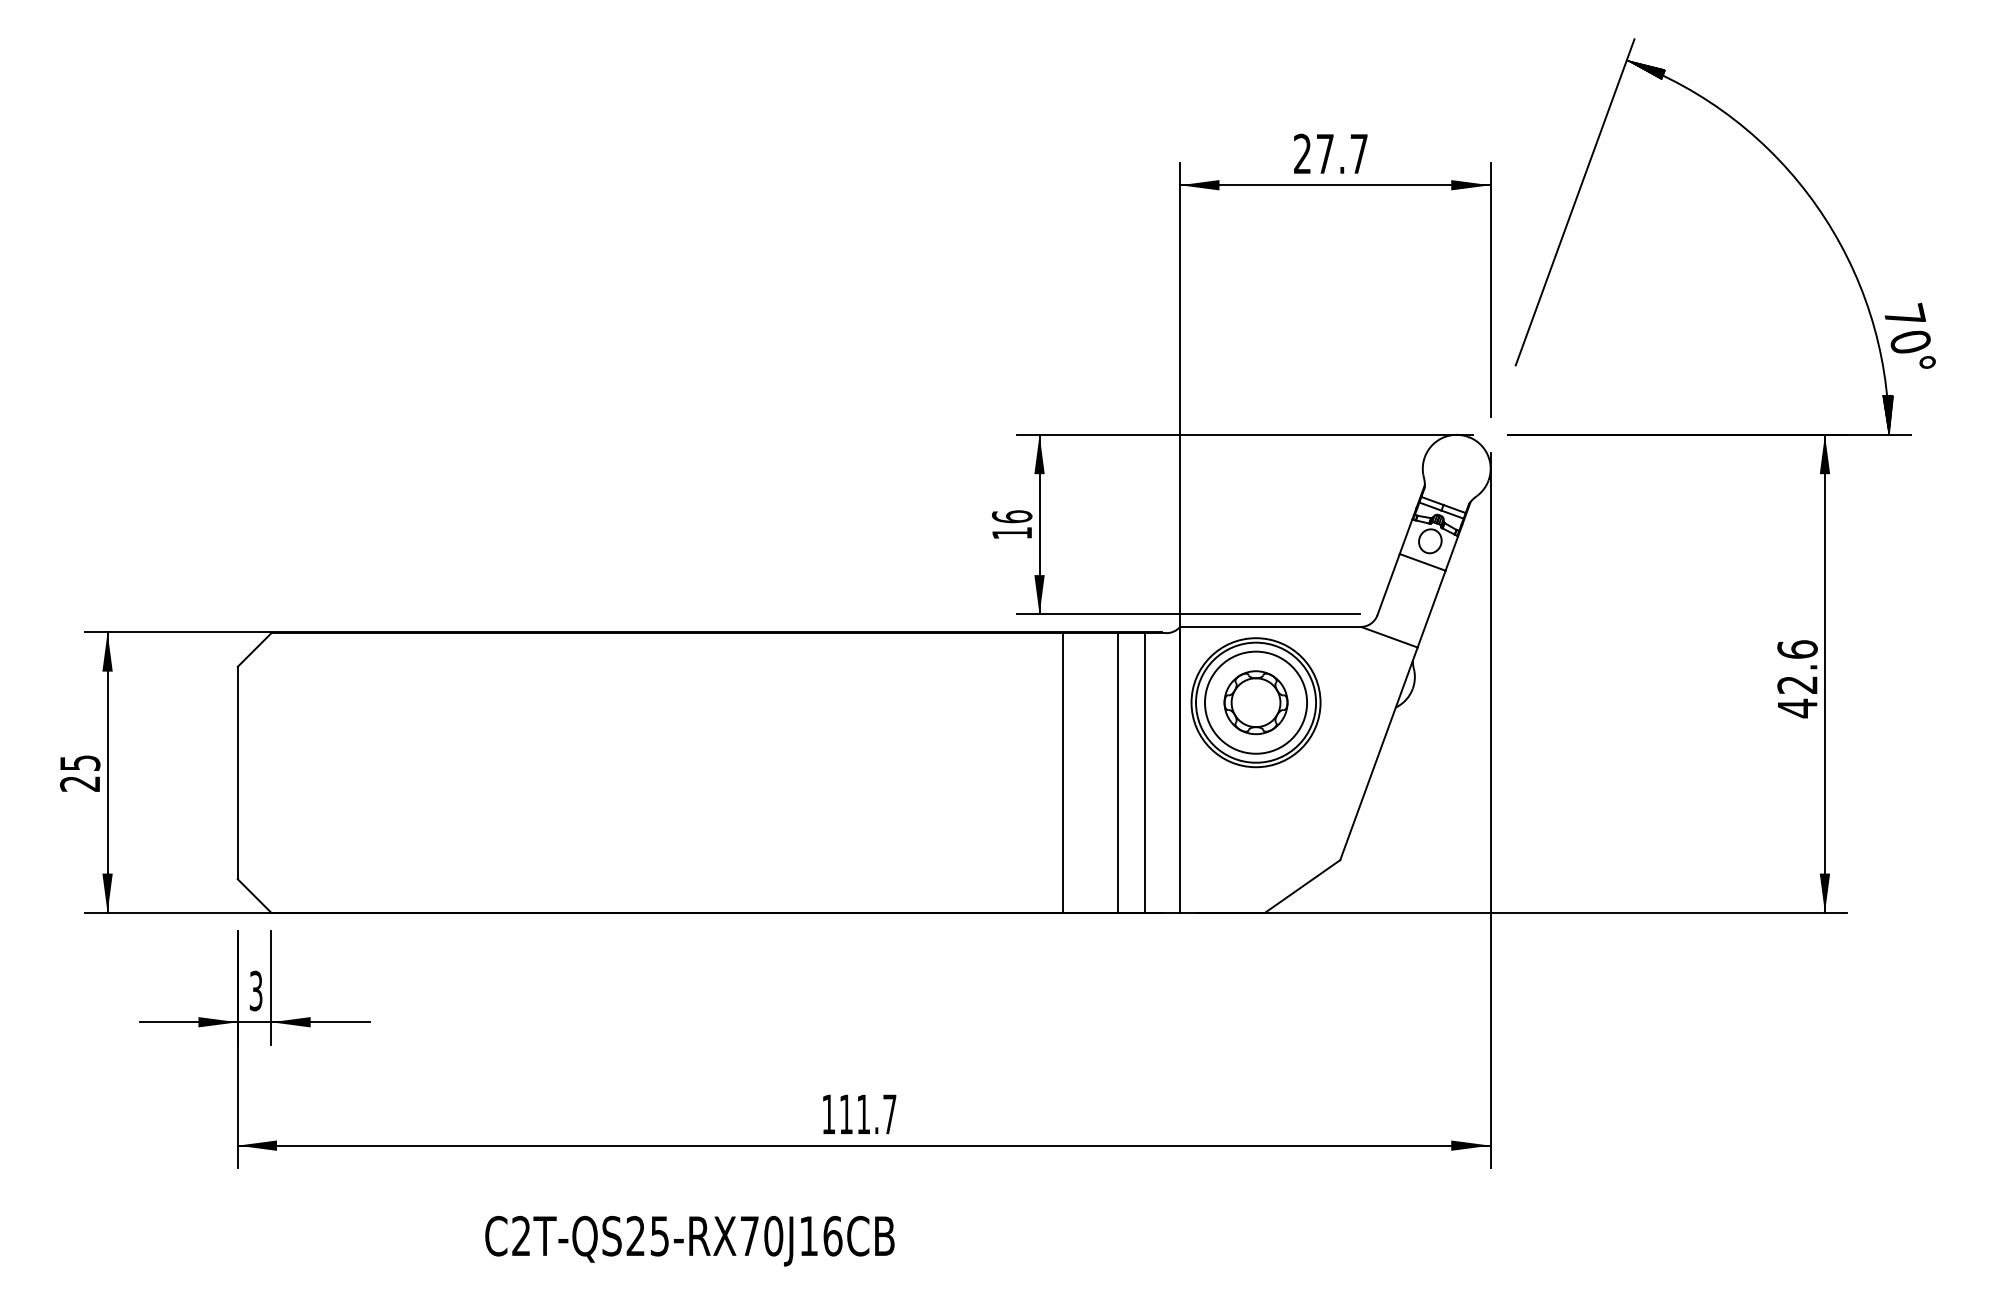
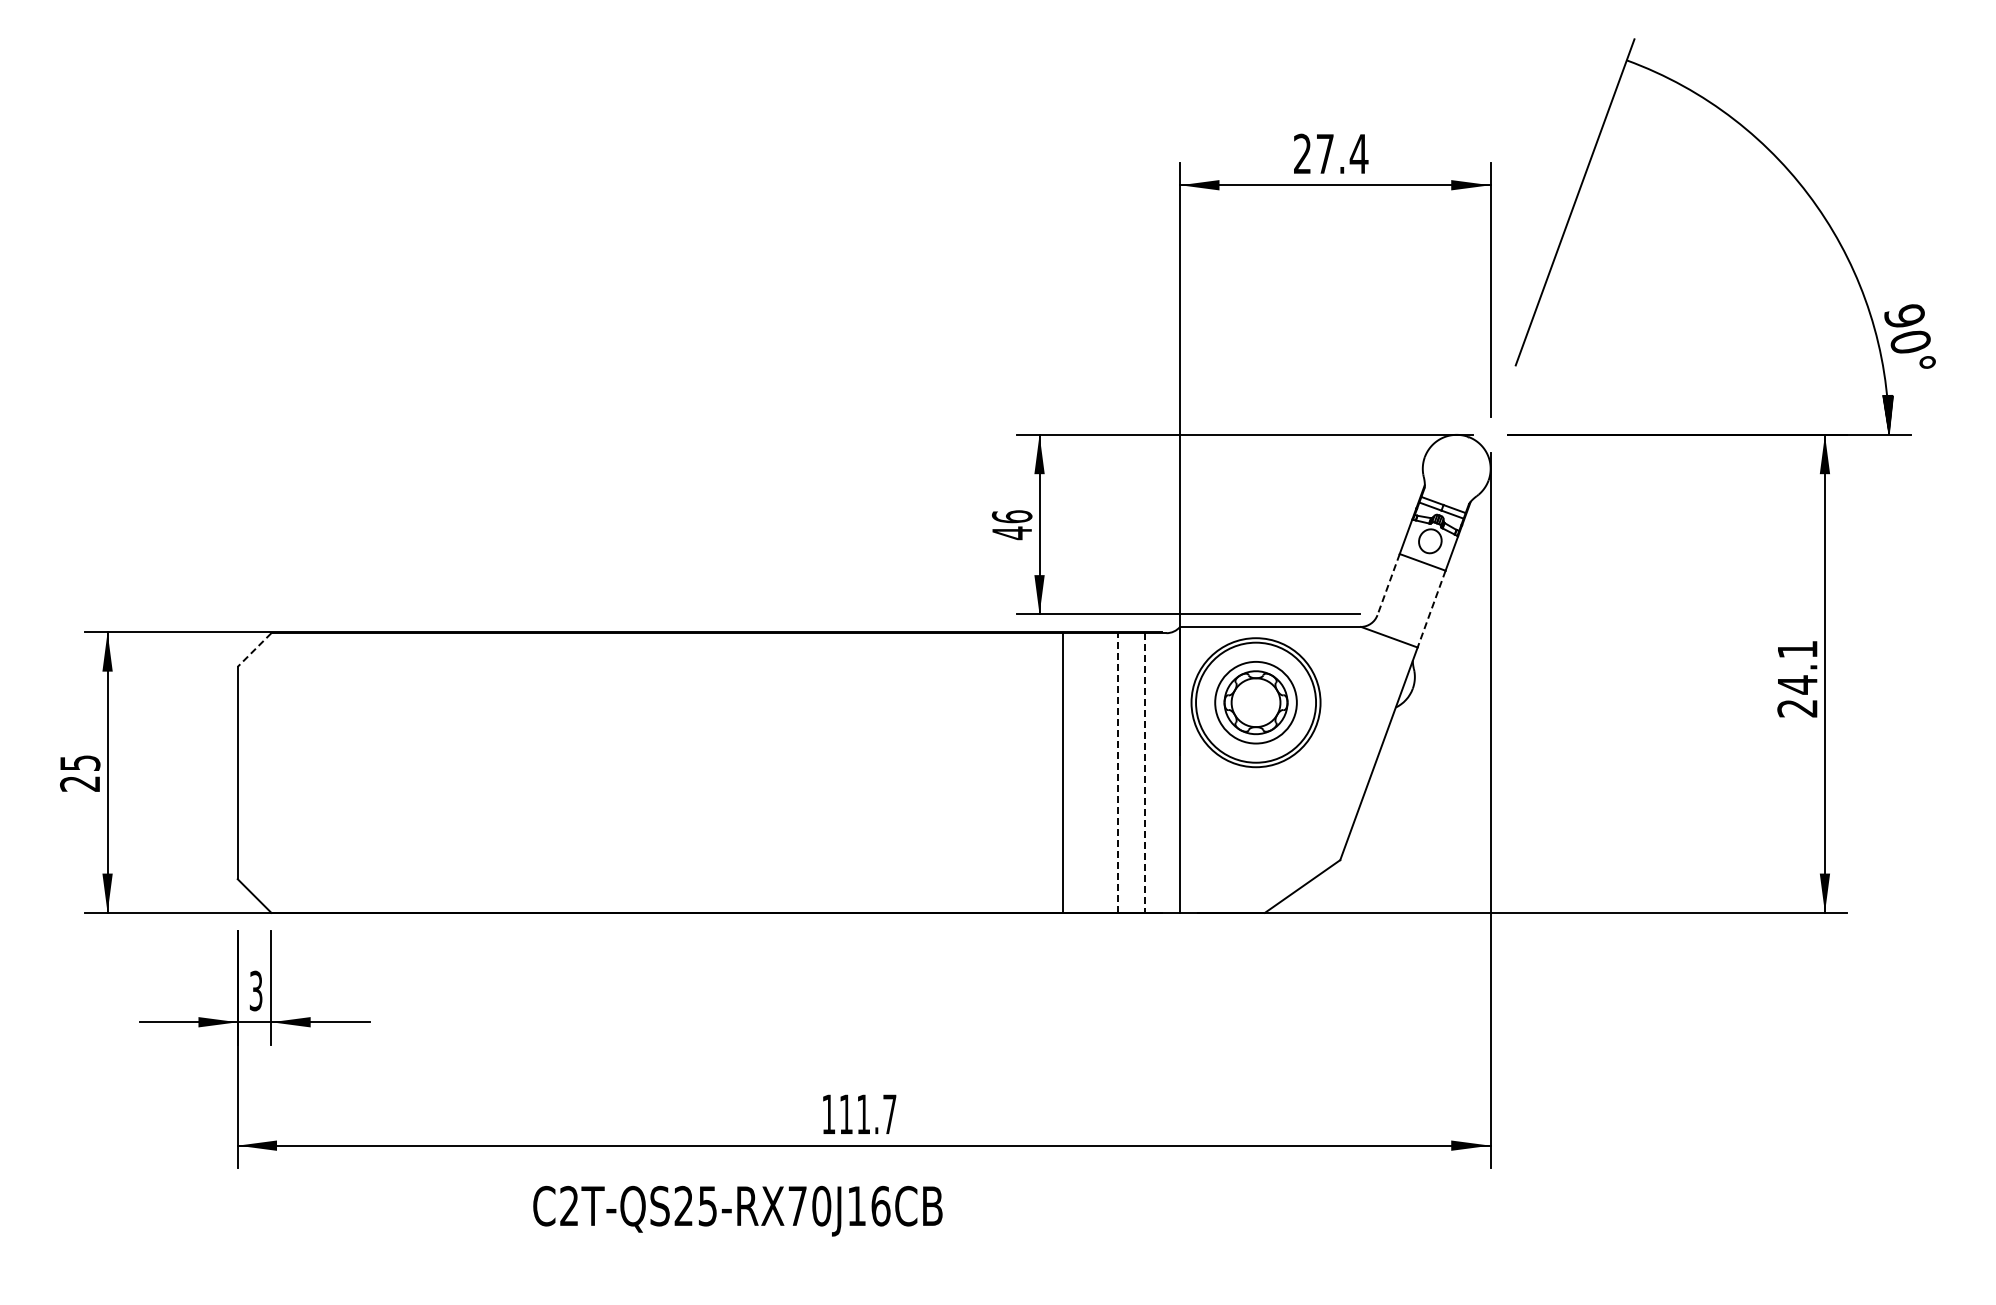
hatch at (1645, 69): present -> none
text at (1358, 153): 27.7 -> 27.4
text at (1905, 314): 70° -> 90°
text at (1011, 533): 16 -> 46
line at (1388, 584): solid -> dashed
line at (1431, 609): solid -> dashed
line at (254, 650): solid -> dashed
text at (1797, 679): 42.6 -> 24.1
circle at (1255, 702) diameter: 102 px -> 82 px
line at (1118, 773): solid -> dashed
line at (1144, 773): solid -> dashed
text at (689, 1240) position: (689, 1240) -> (737, 1210)
